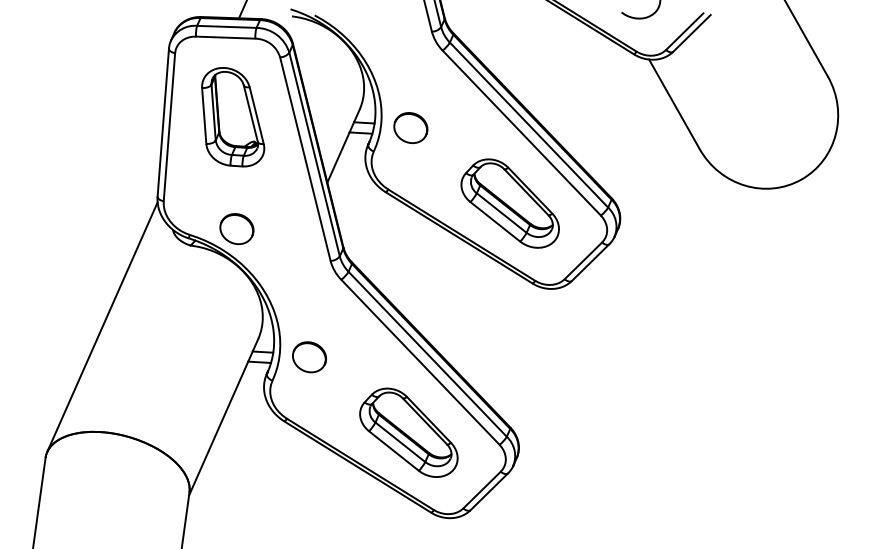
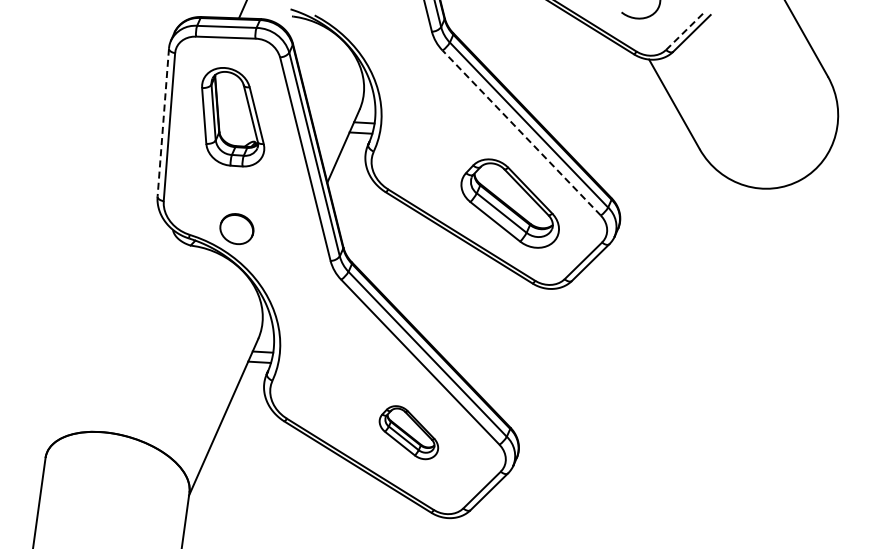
line at (685, 31): solid -> dashed
line at (163, 123): solid -> dashed
part at (410, 127): present -> none
line at (521, 132): solid -> dashed
line at (102, 327): present -> none
part at (309, 357): present -> none
part at (408, 432) size: 100x91 px -> 62x56 px
